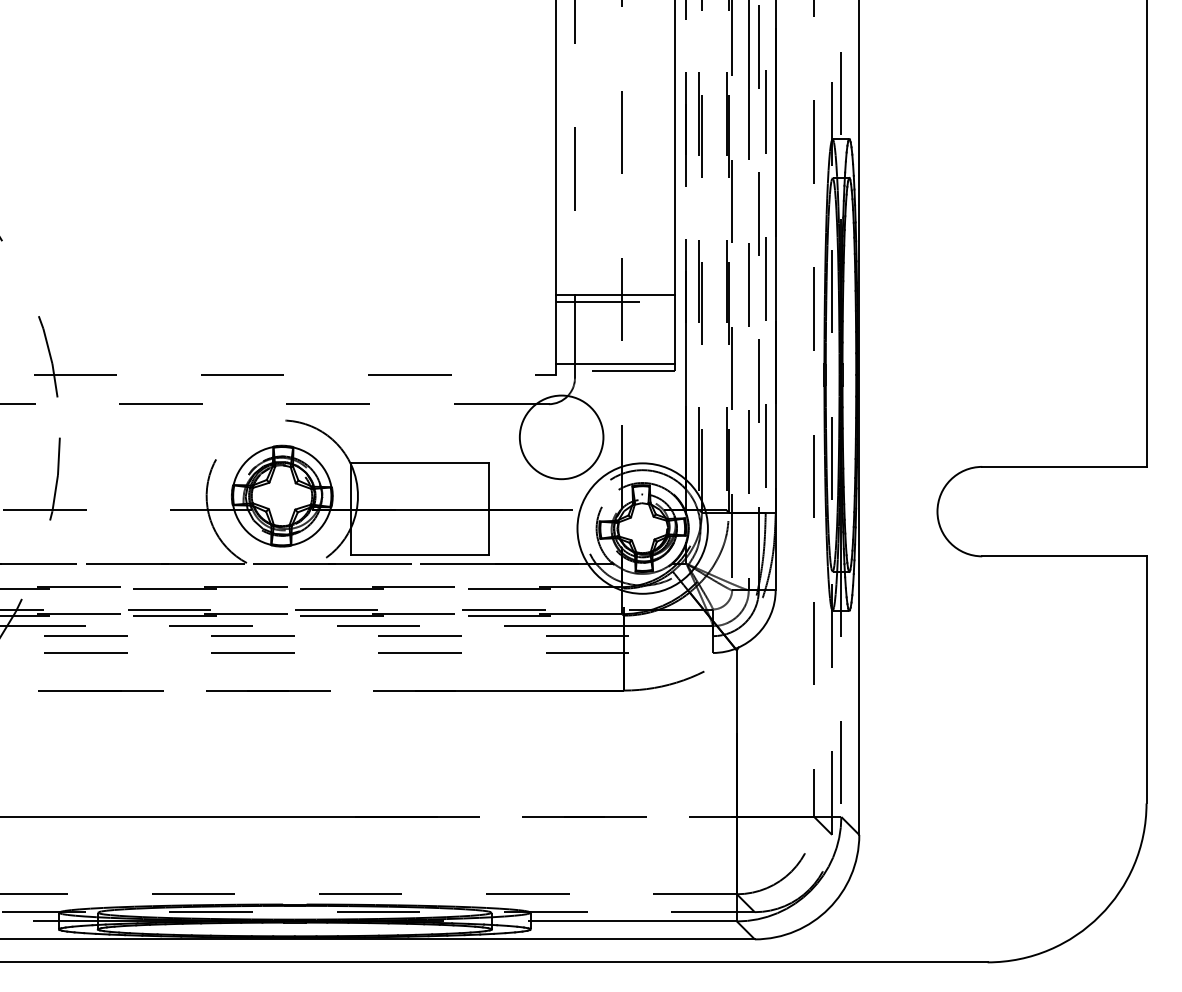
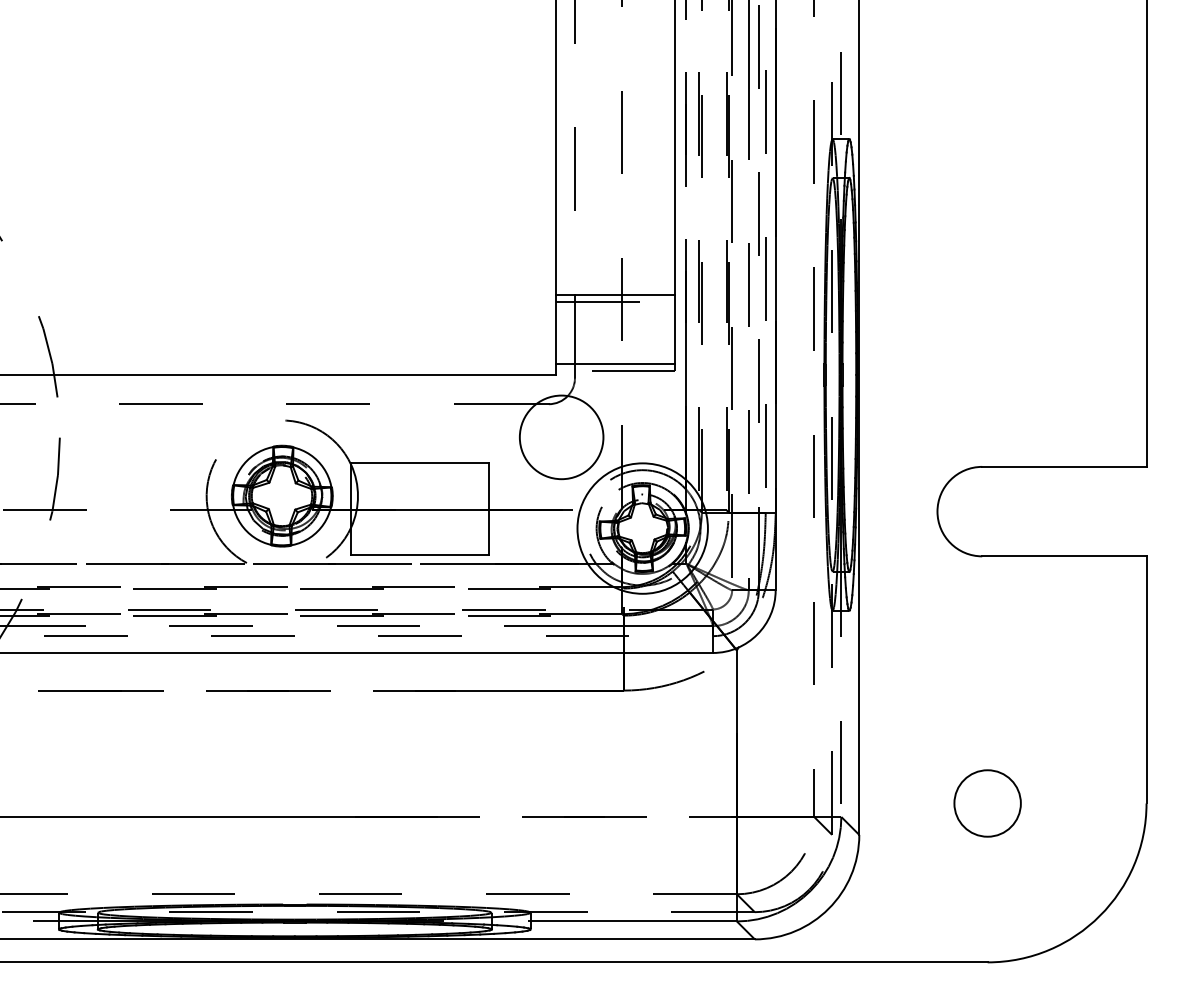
line at (278, 374): dashed -> solid
line at (357, 652): dashed -> solid
circle at (987, 803): none -> present
